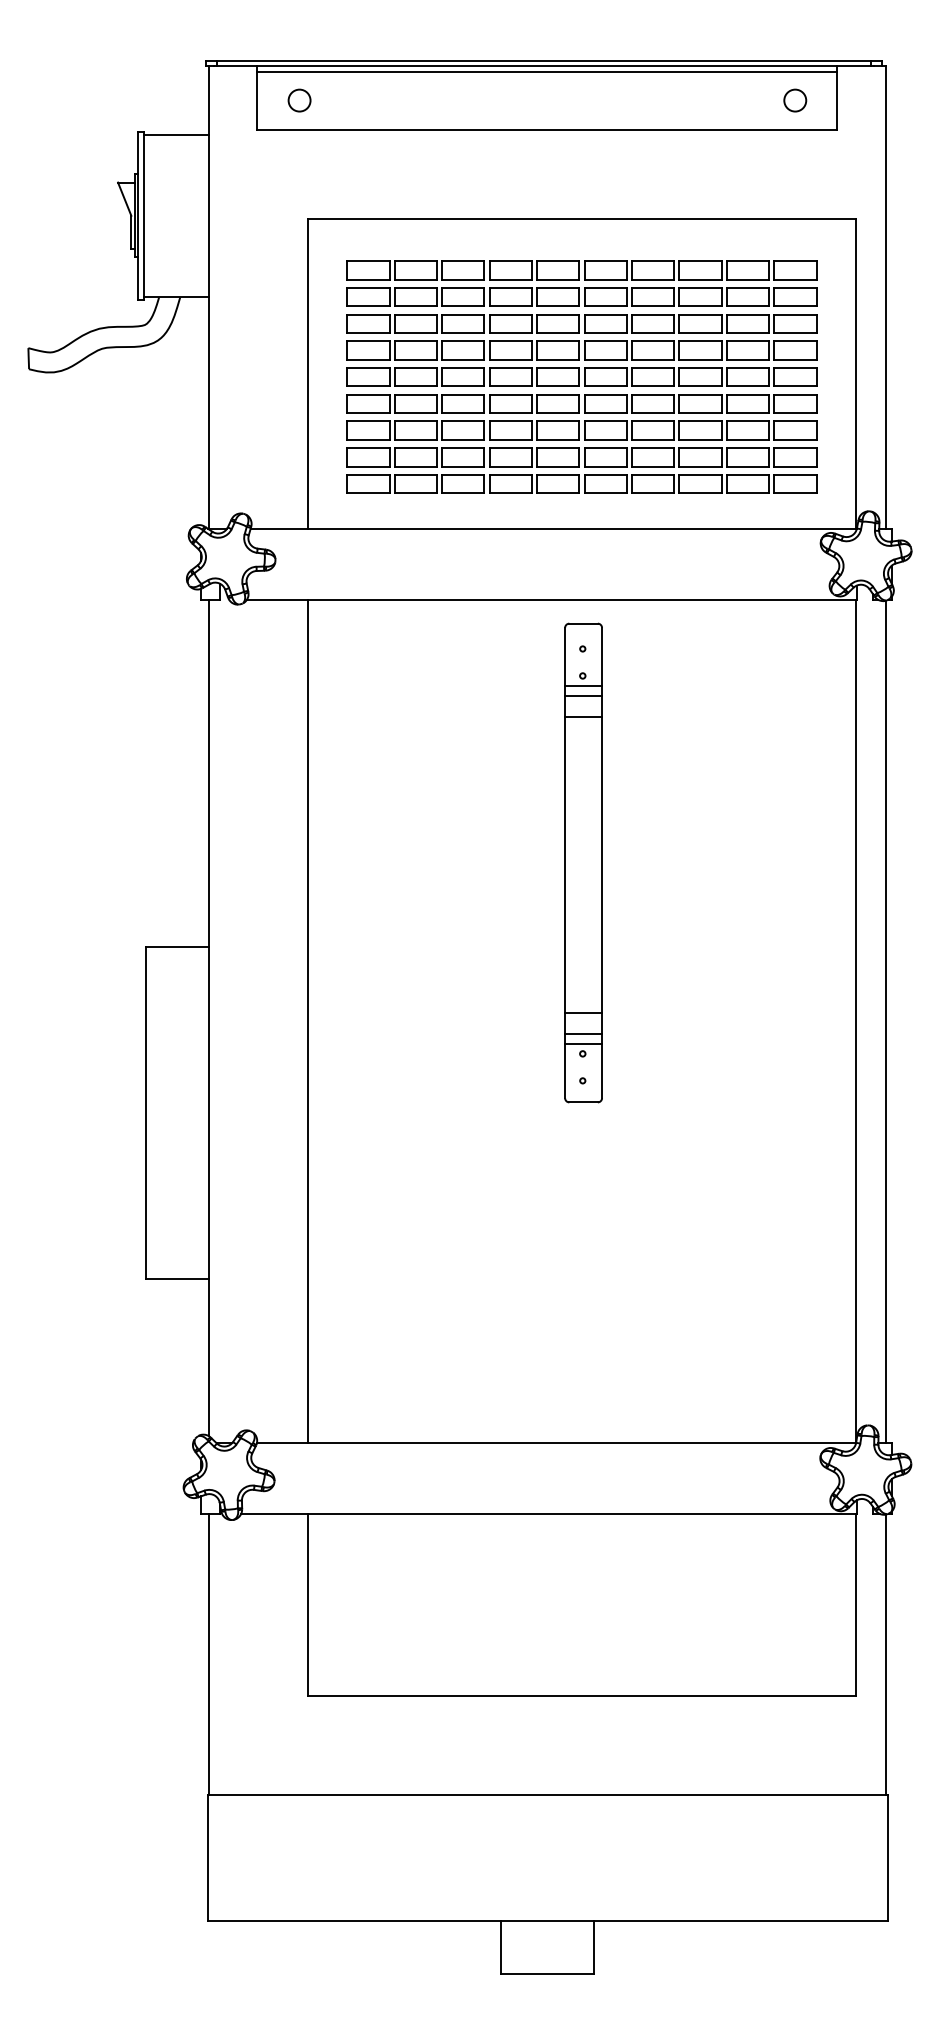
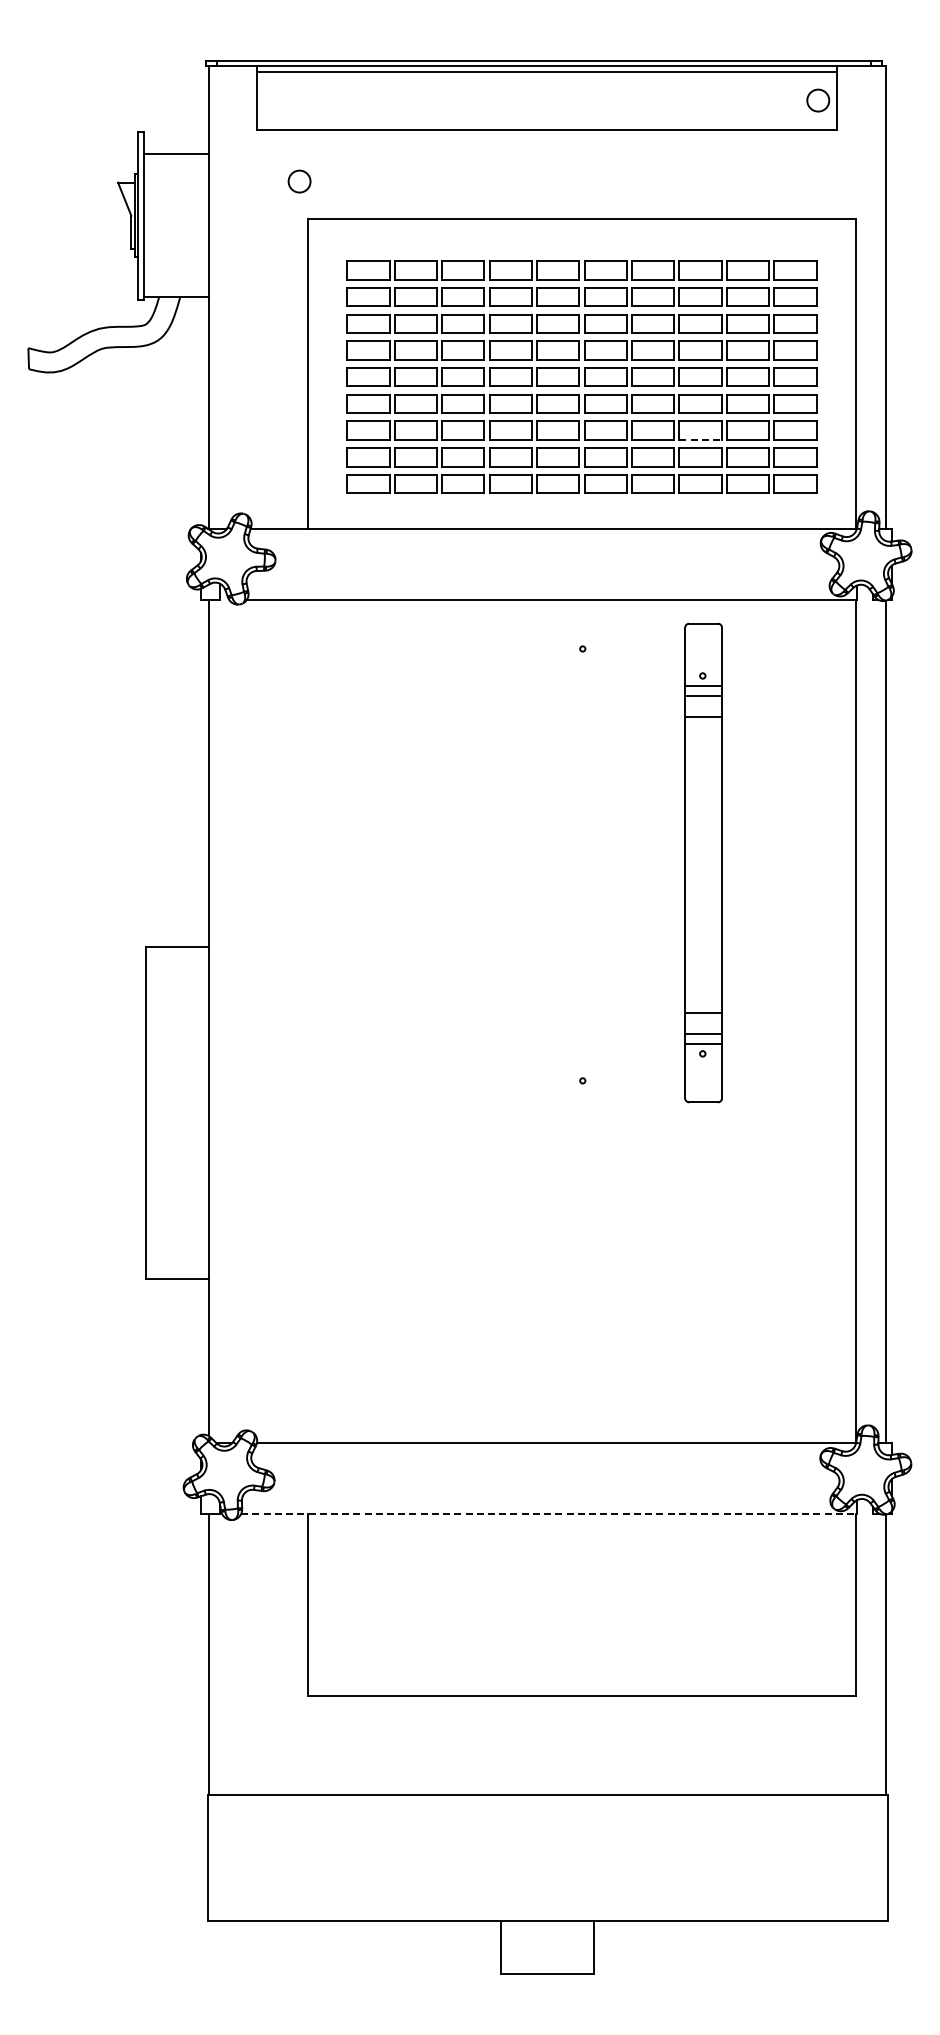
circle at (299, 100) position: (299, 100) -> (299, 181)
circle at (795, 100) position: (795, 100) -> (818, 100)
line at (175, 134) position: (175, 134) -> (175, 153)
line at (701, 439): solid -> dashed
part at (583, 862) position: (583, 862) -> (703, 862)
line at (307, 1021): present -> none
line at (549, 1513): solid -> dashed
